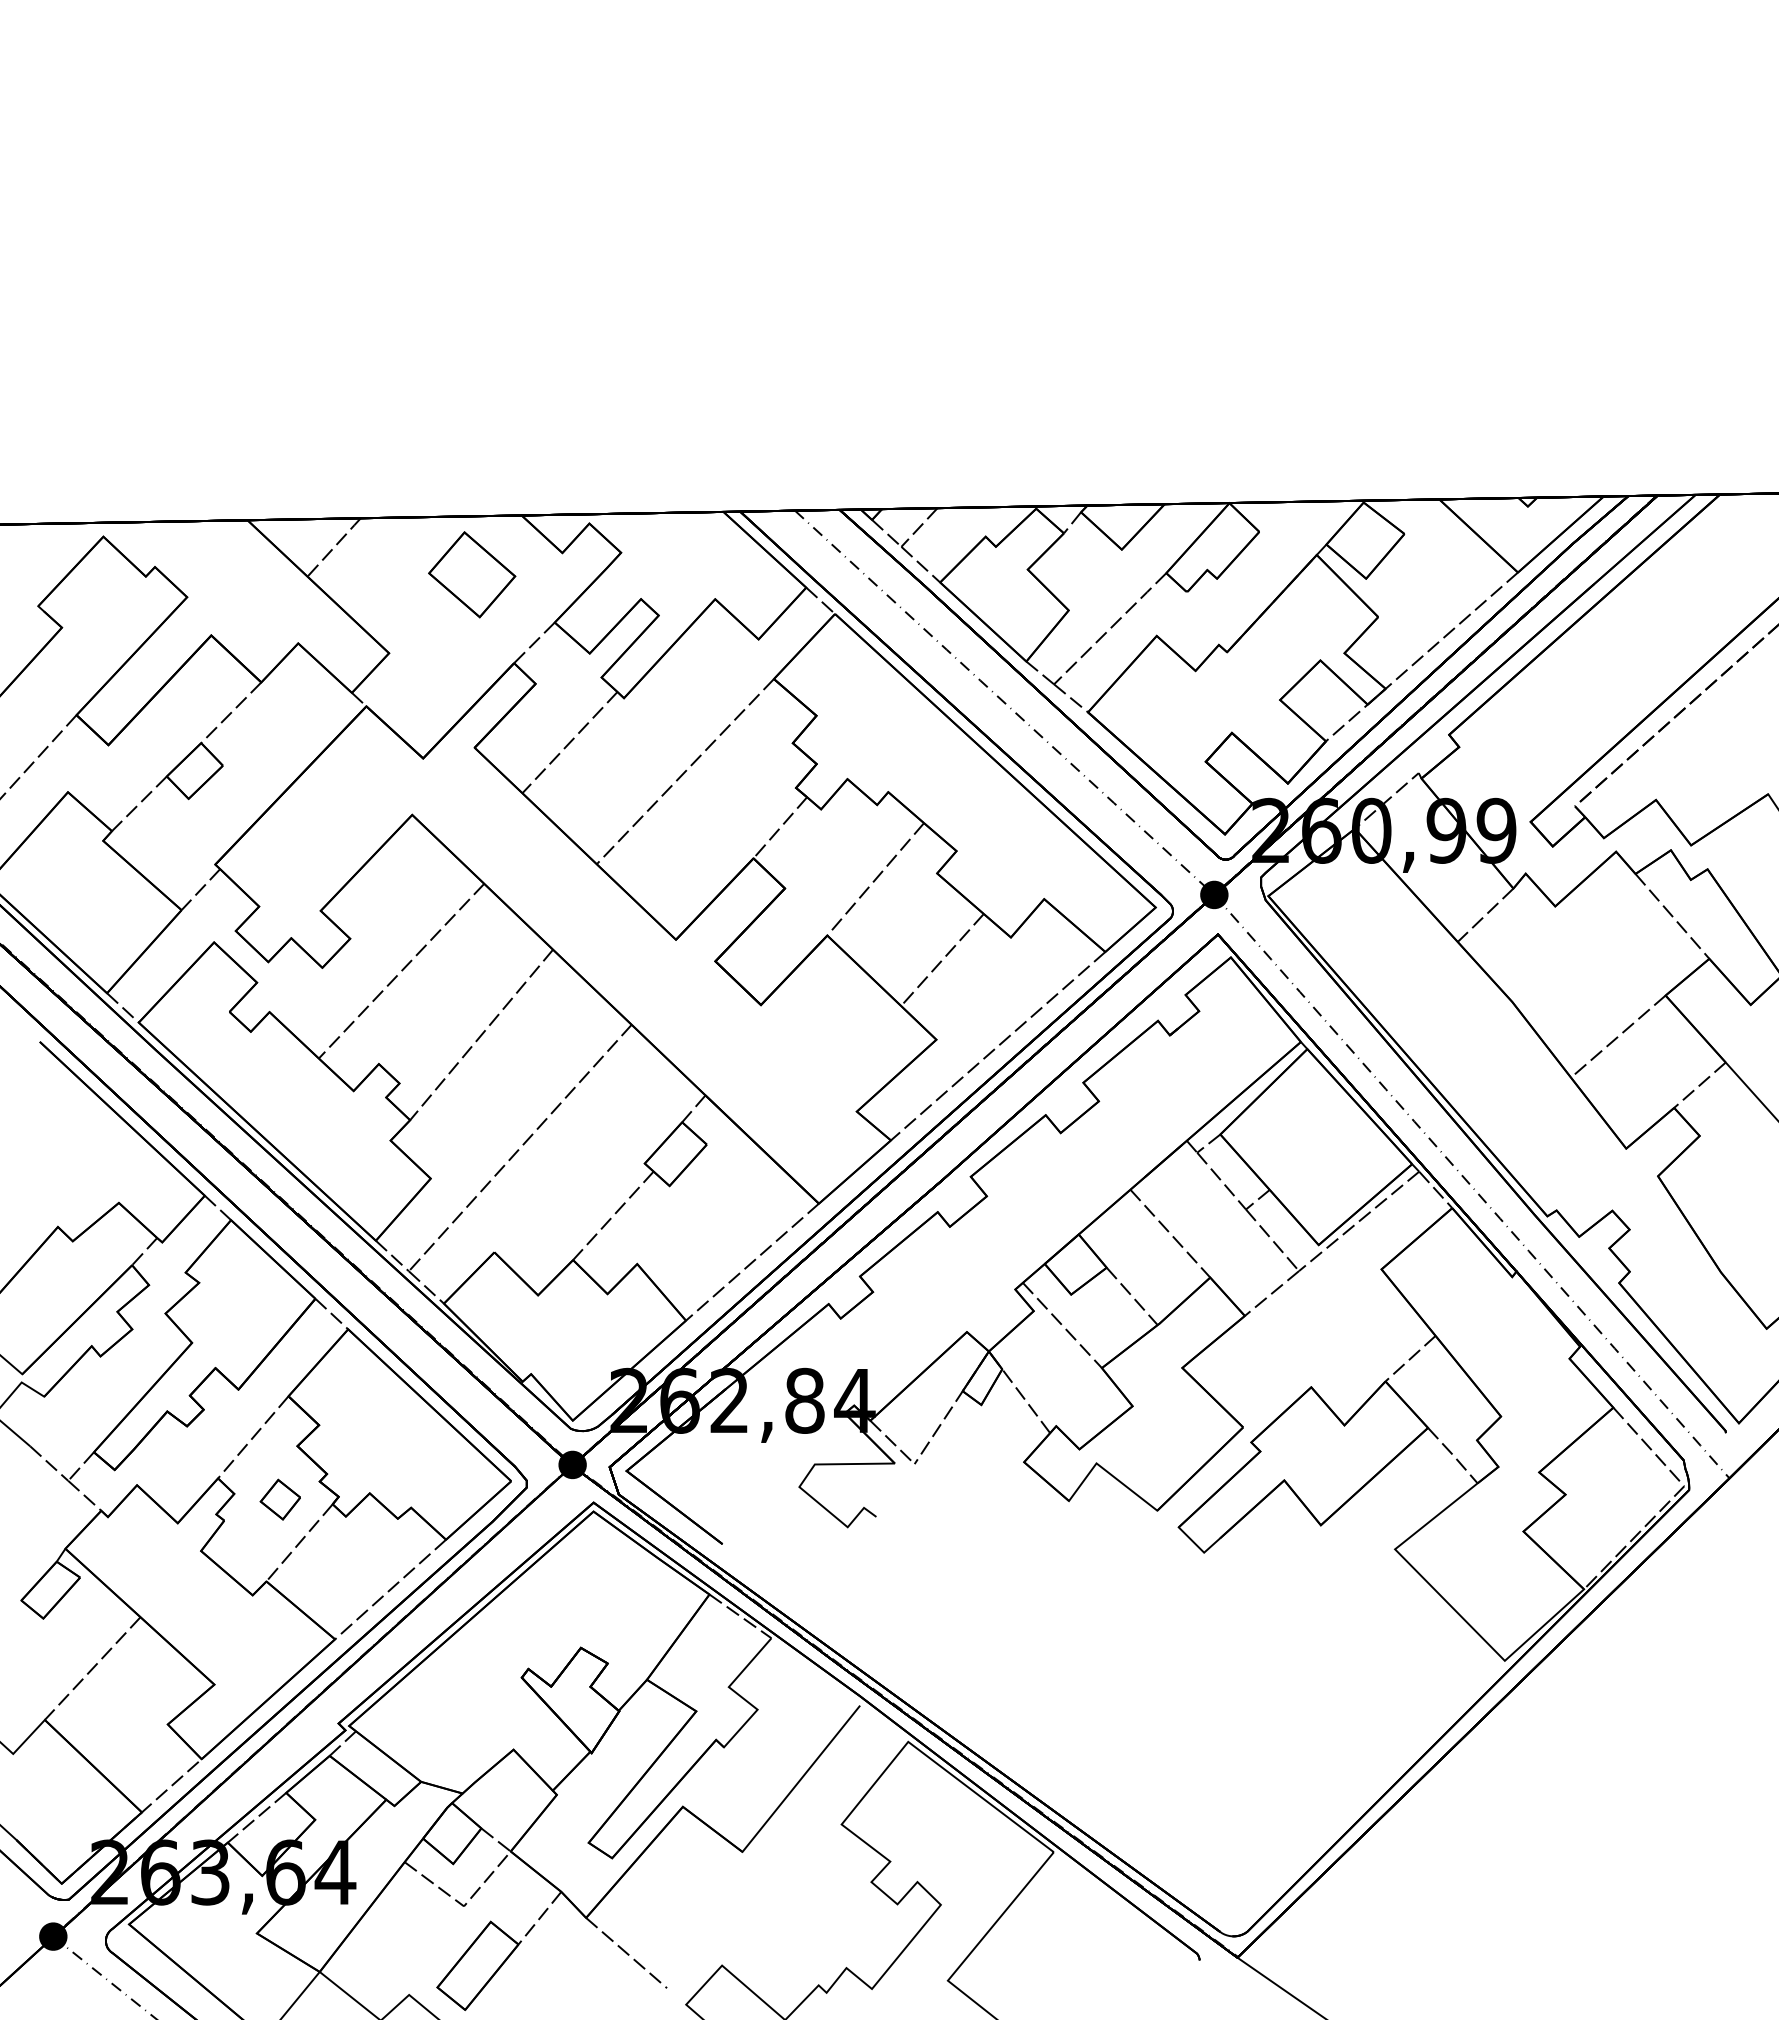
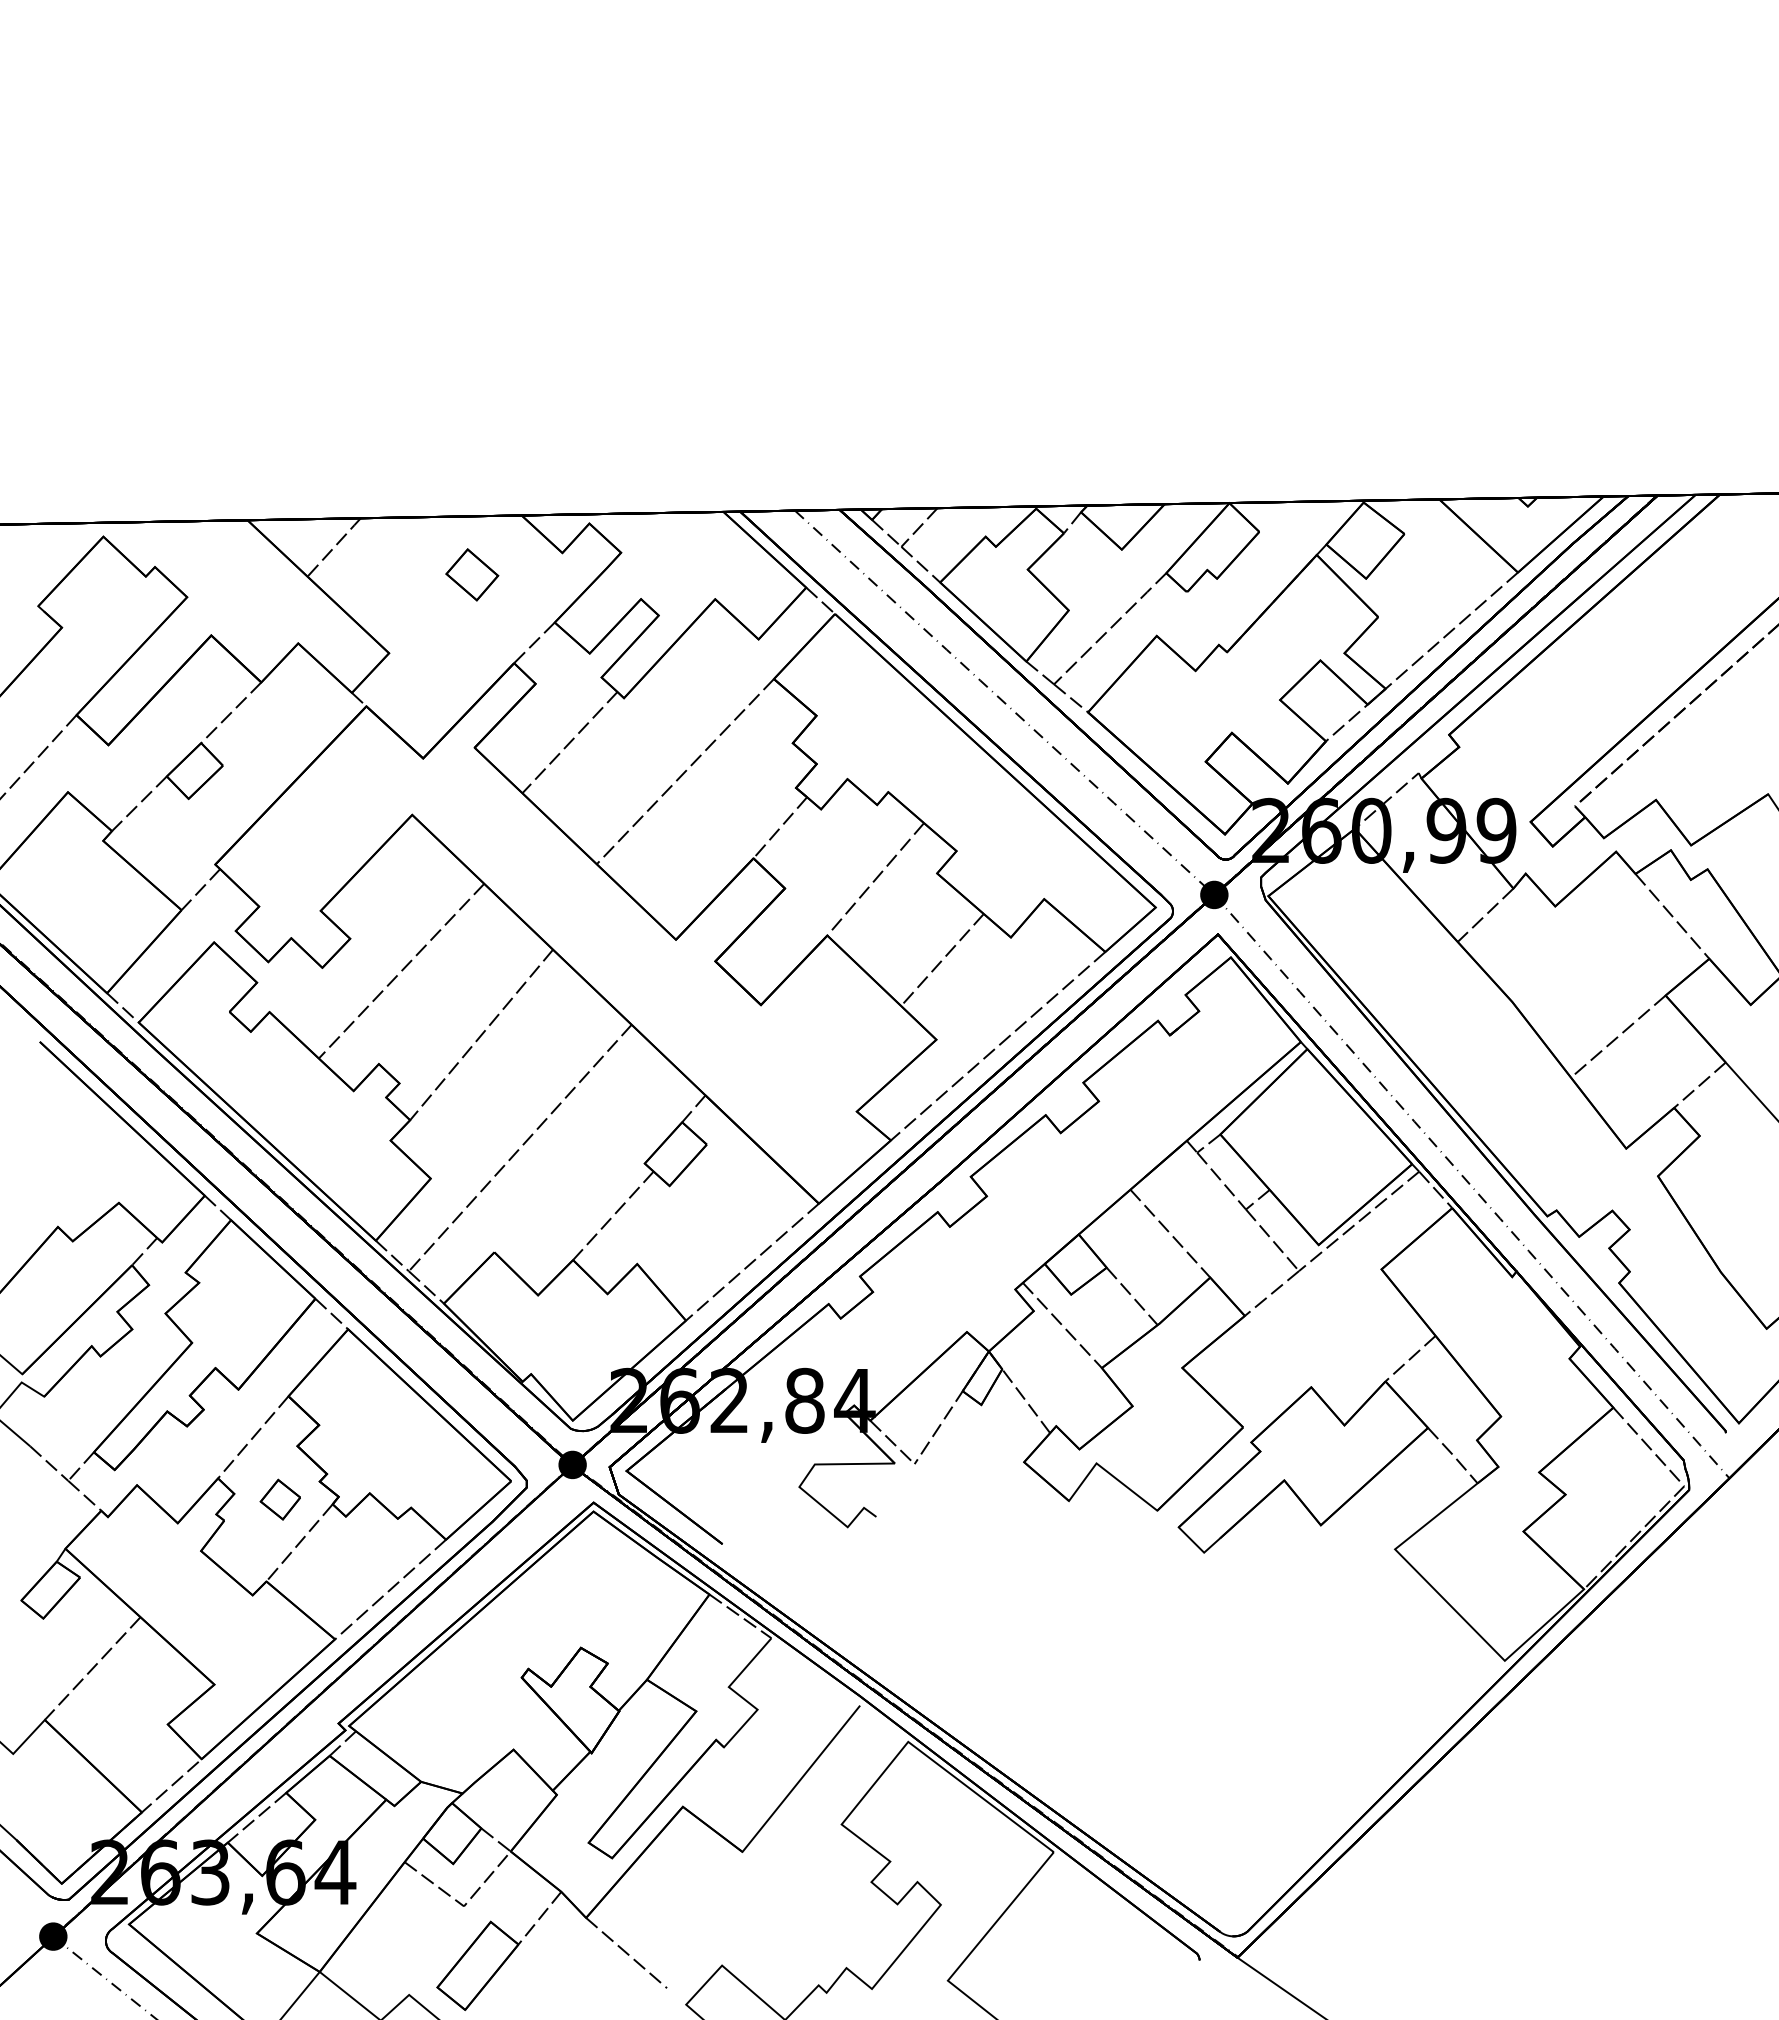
part at (472, 574) size: 89x88 px -> 55x54 px
